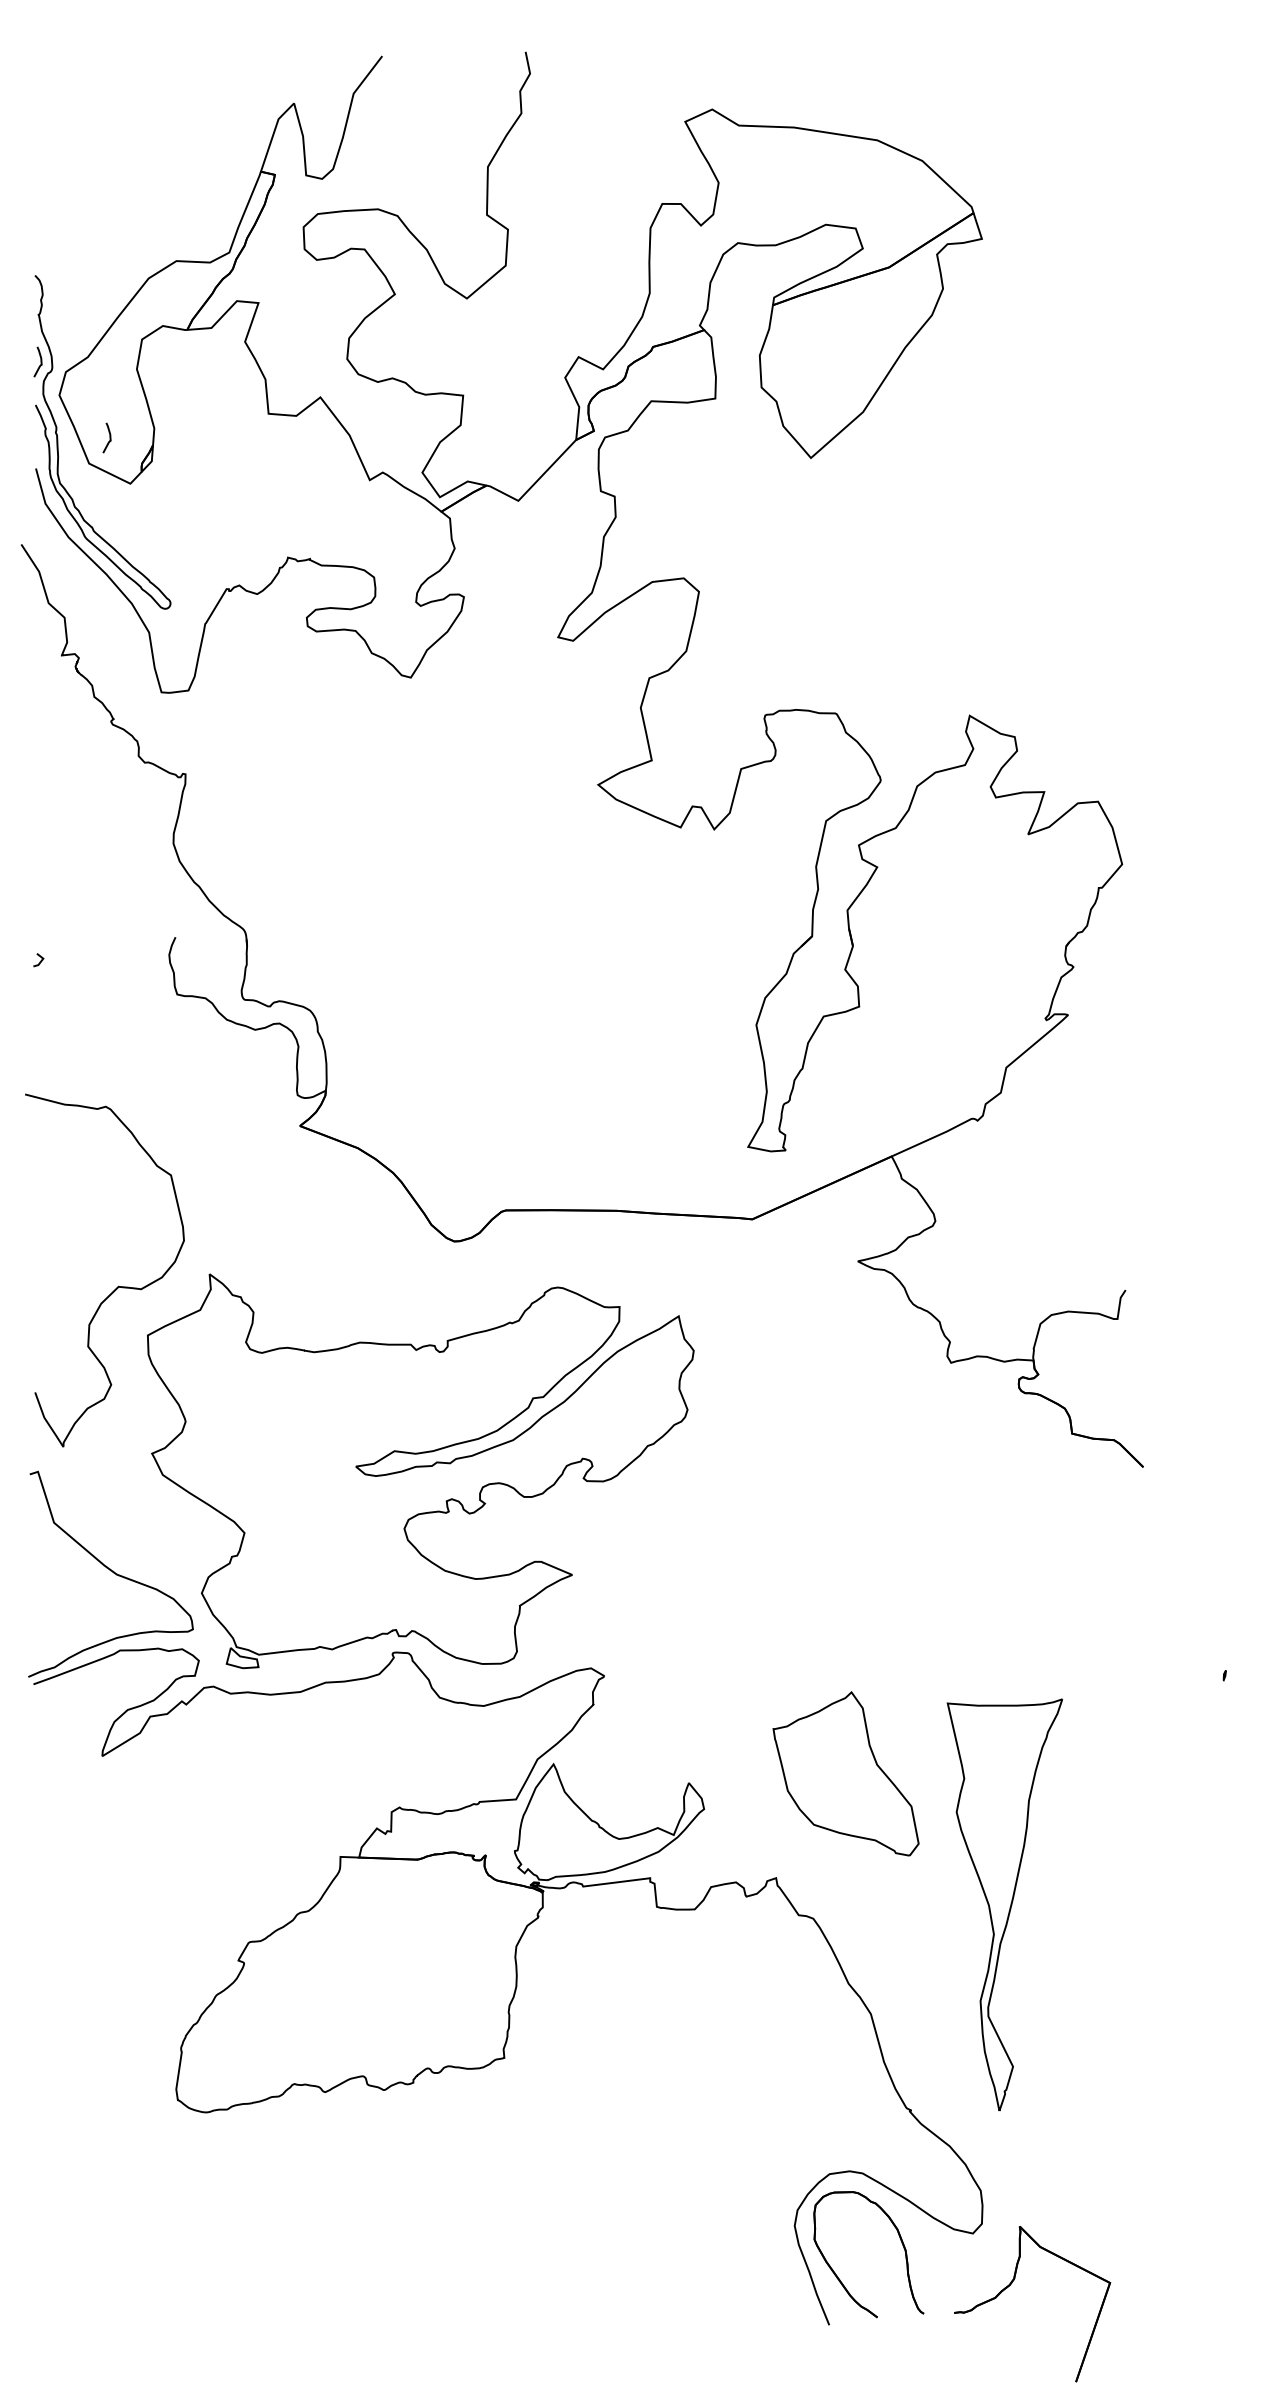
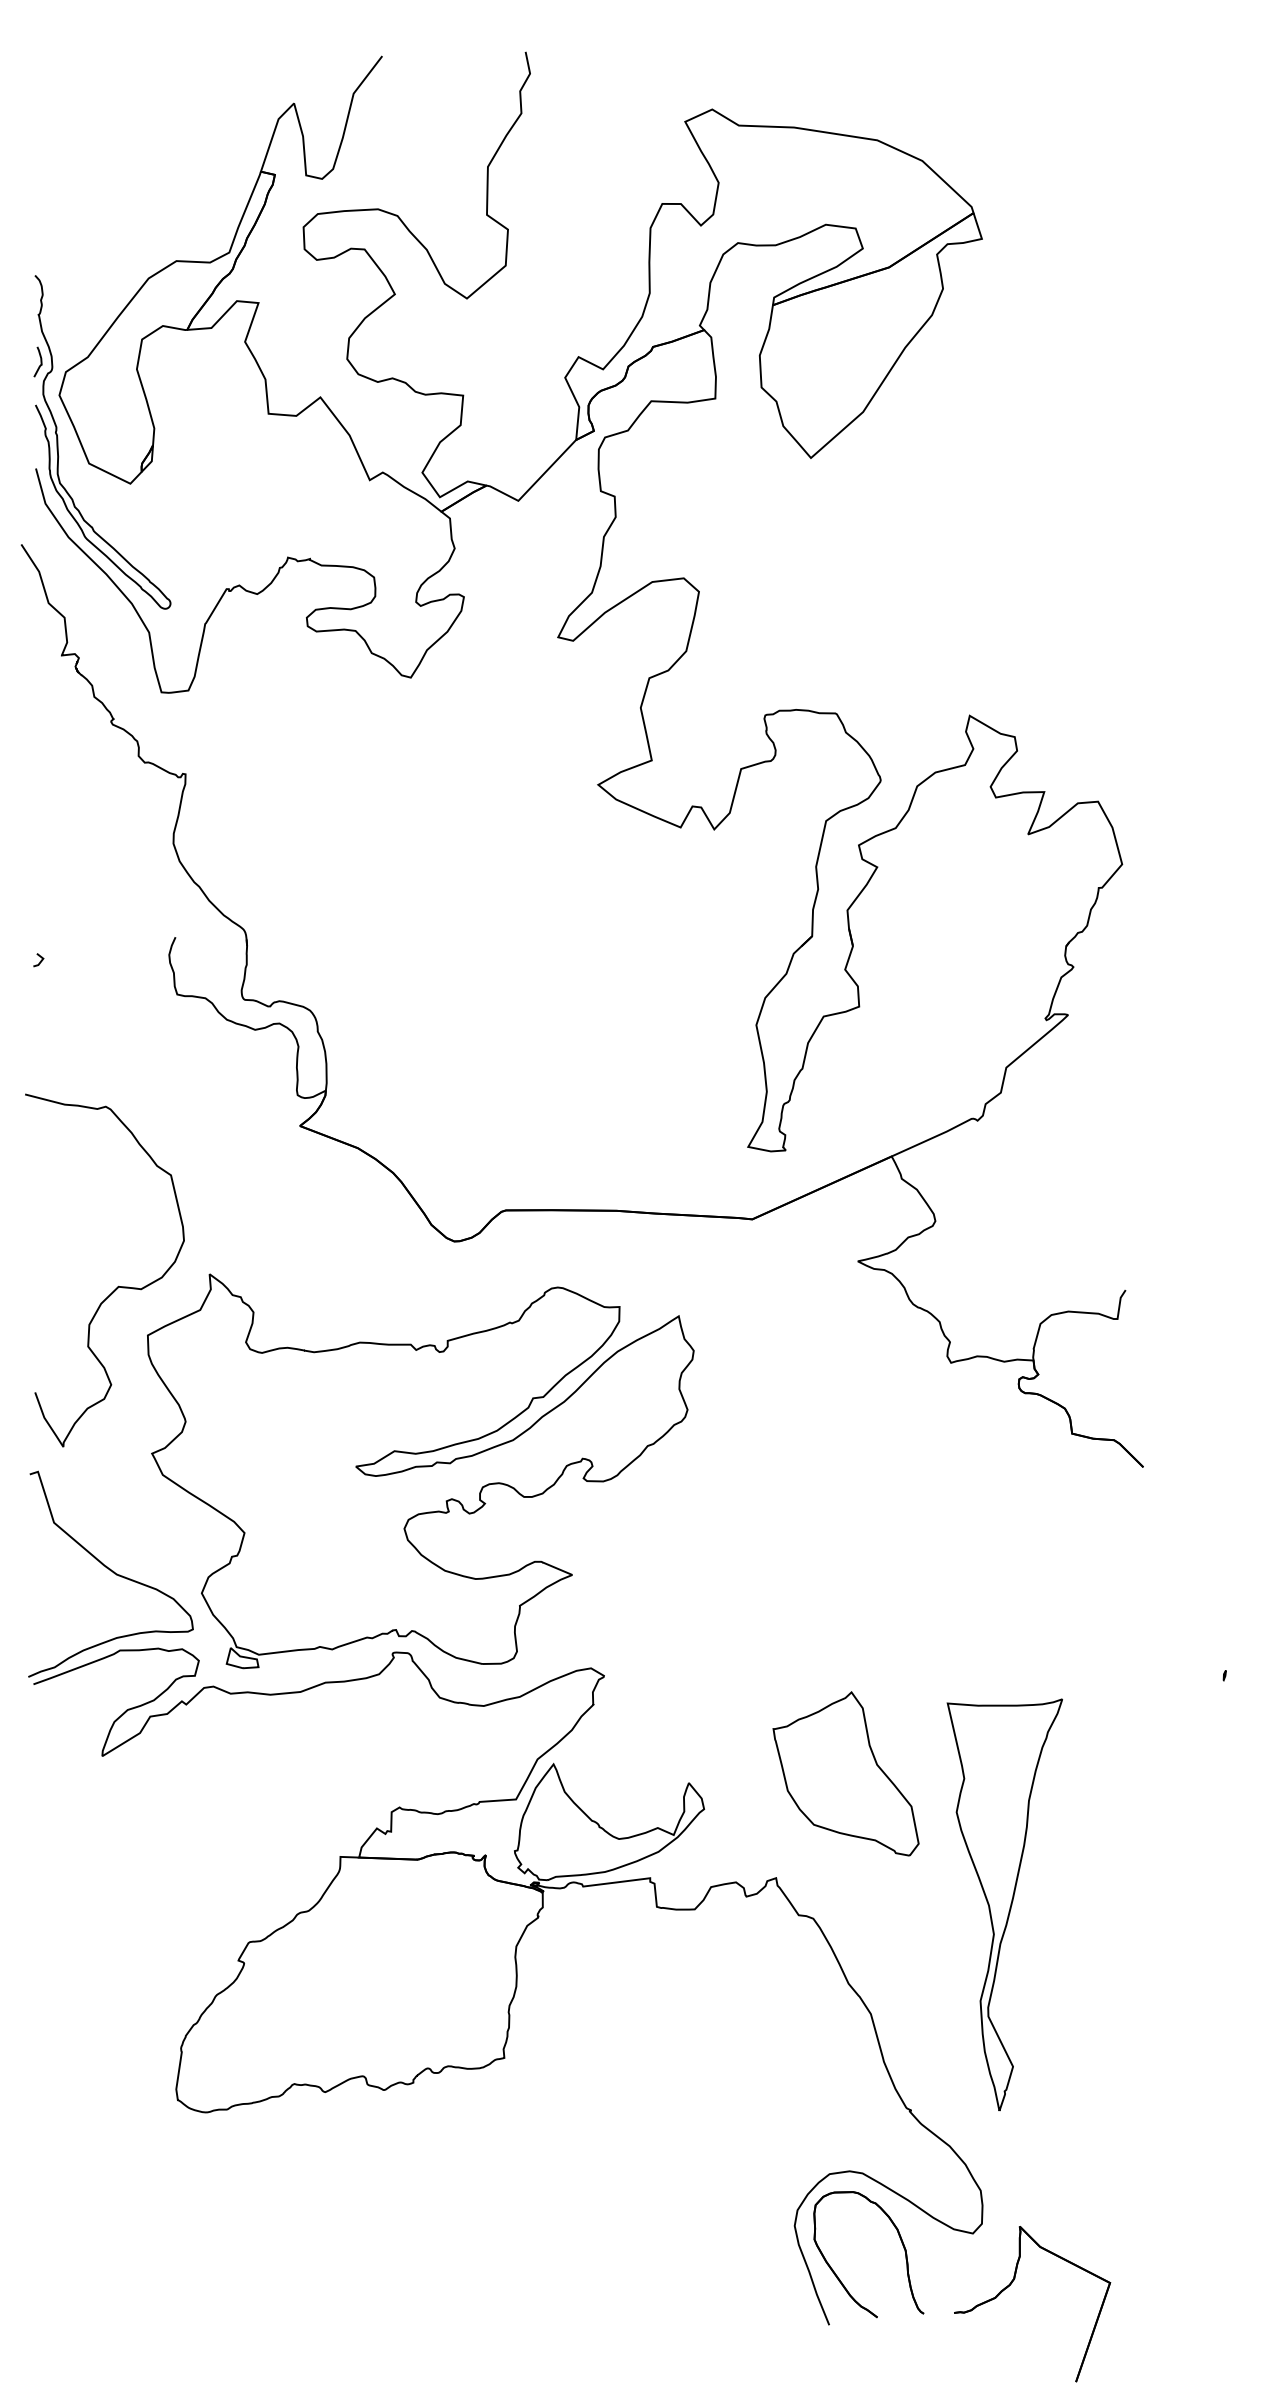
curve at (109, 437): present -> none
